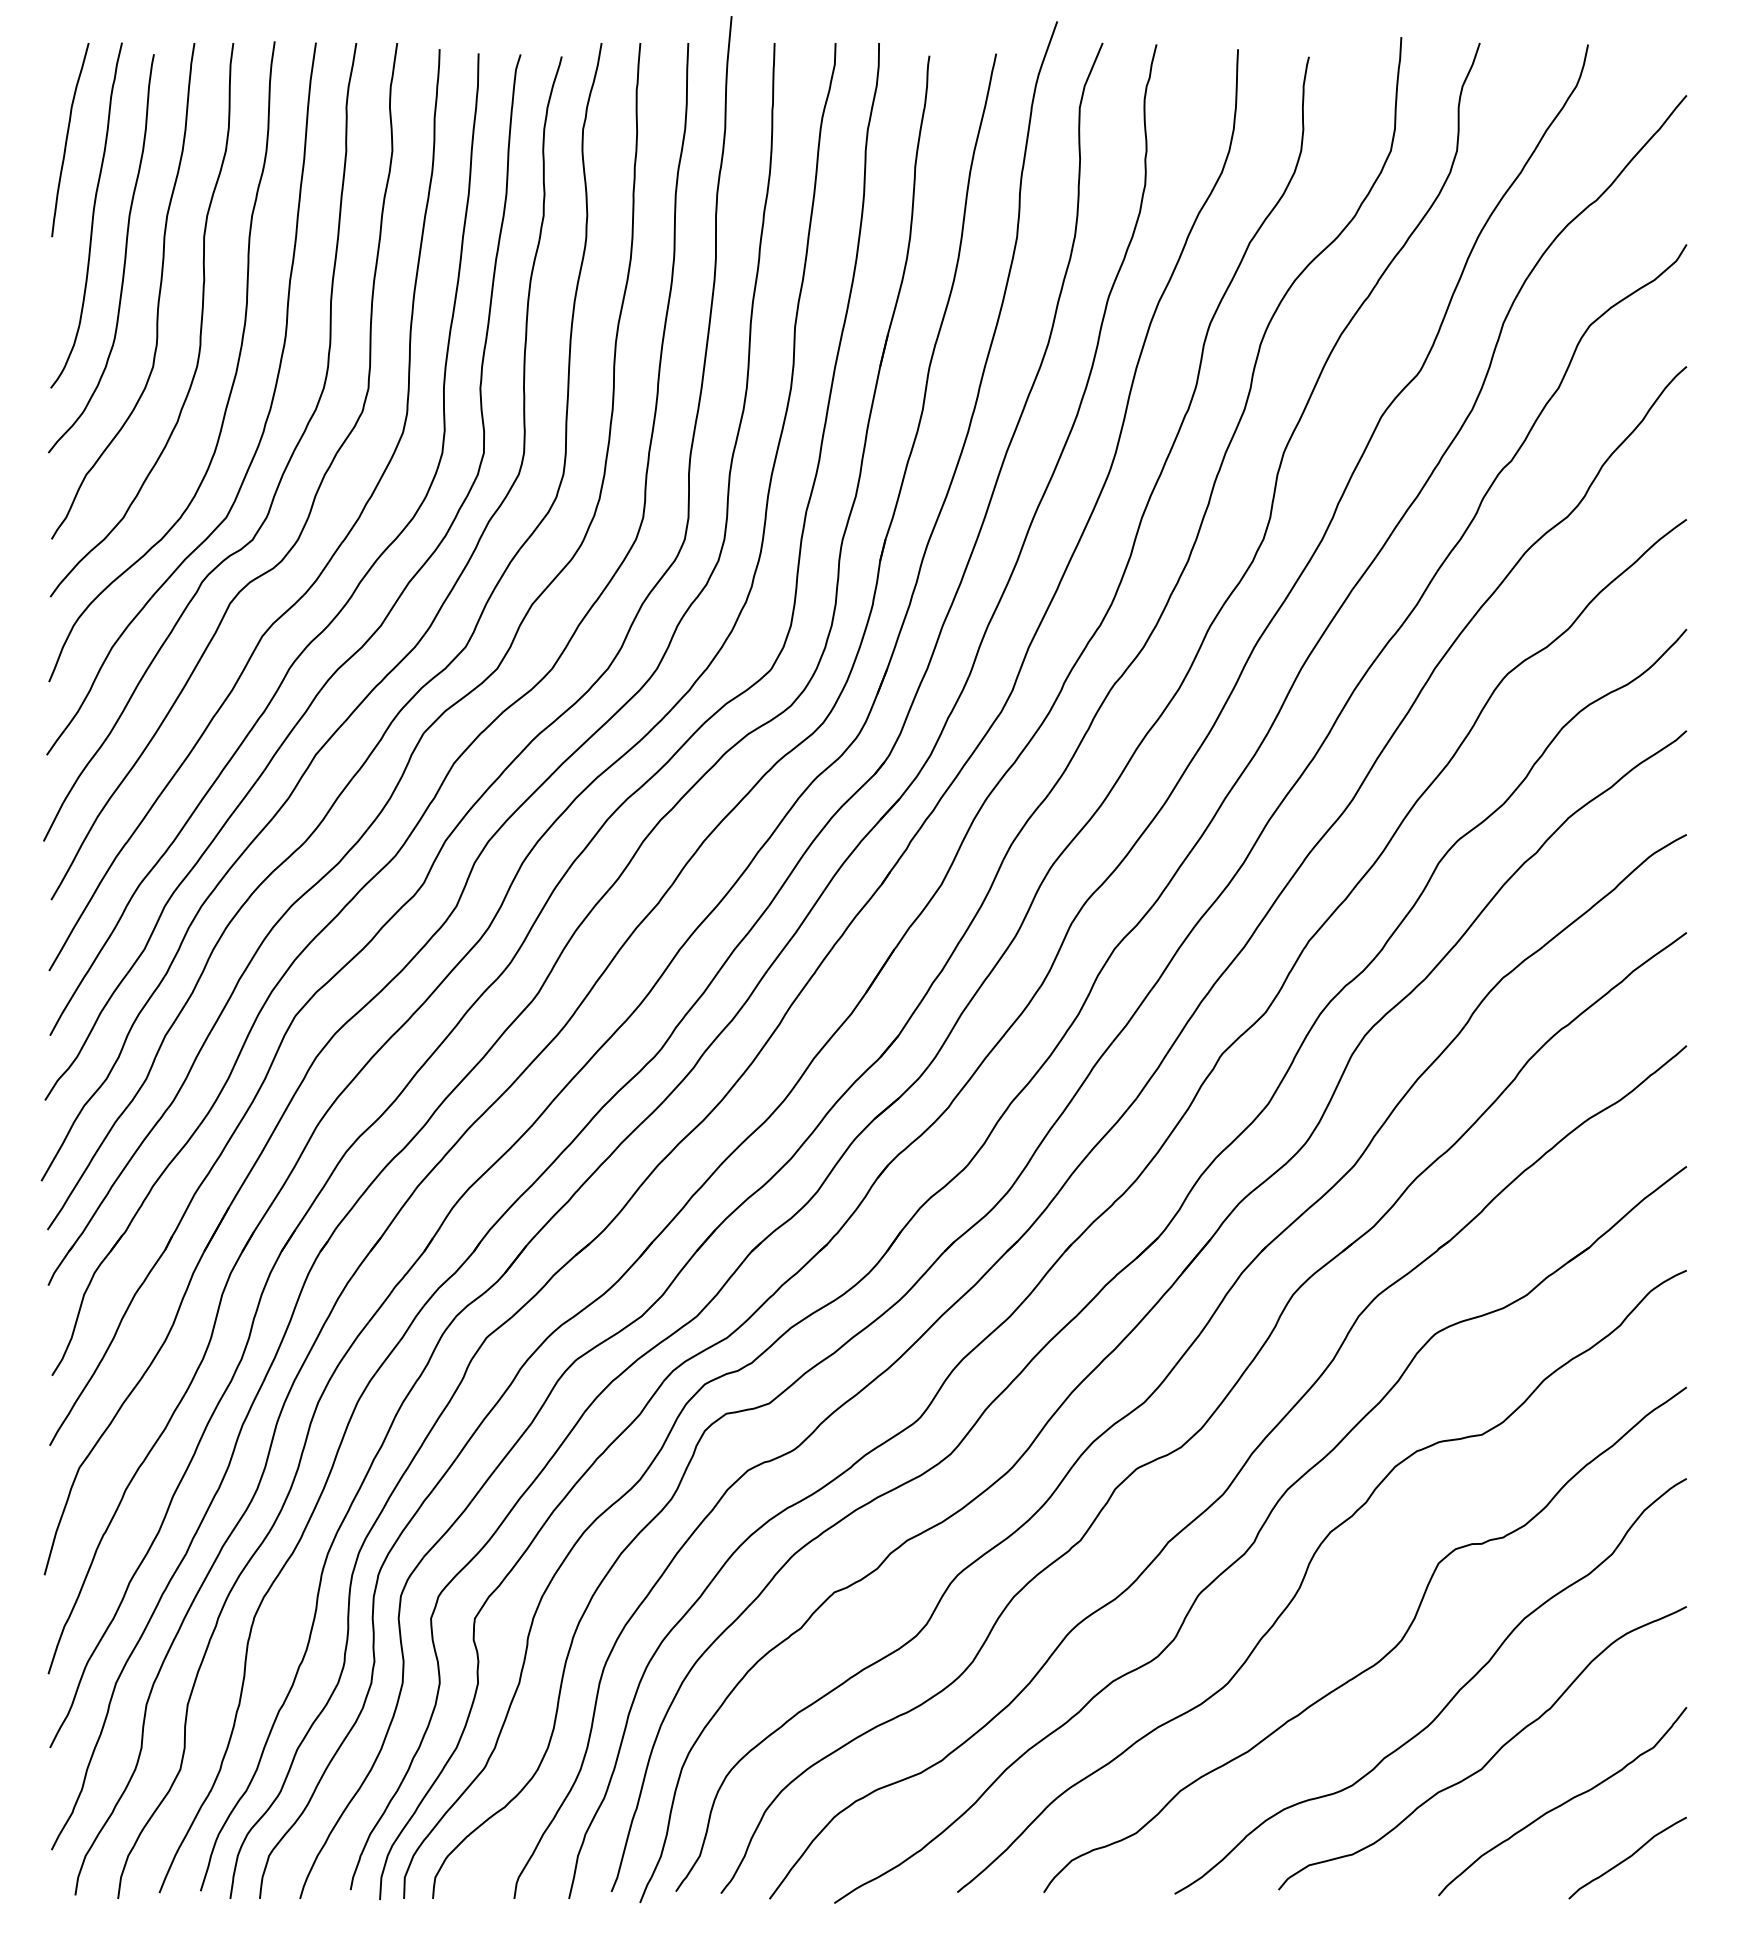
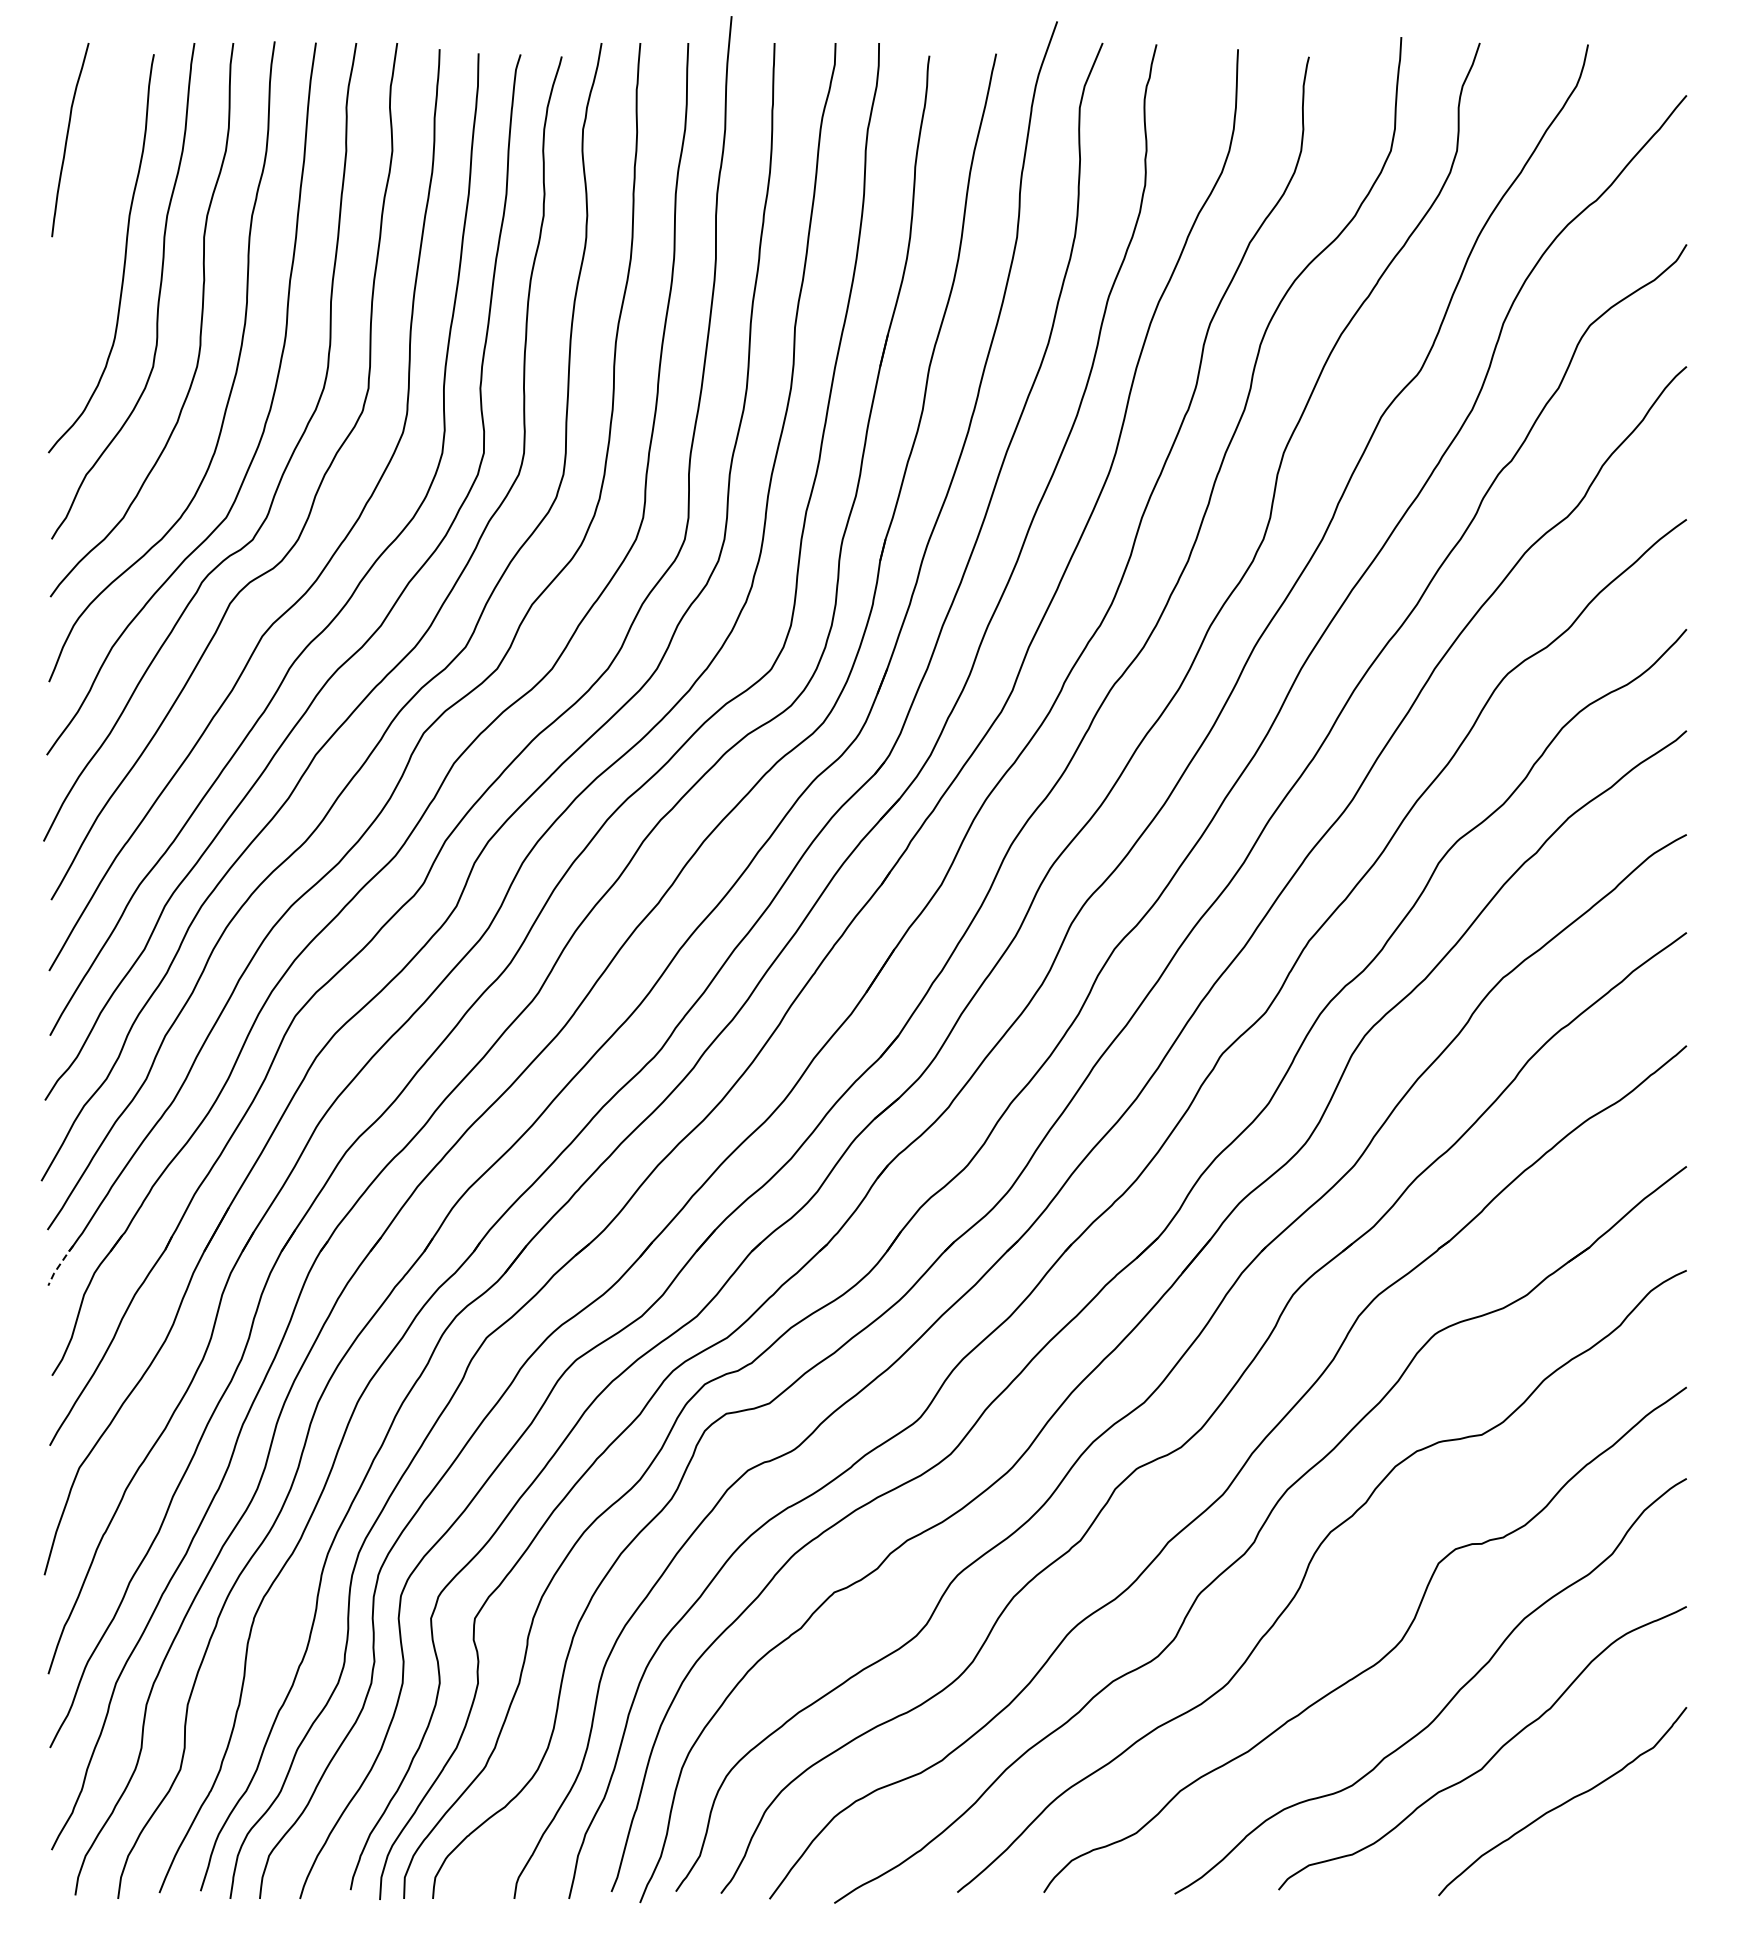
curve at (92, 215): present -> none
line at (59, 1265): solid -> dashed
curve at (1627, 1857): present -> none
